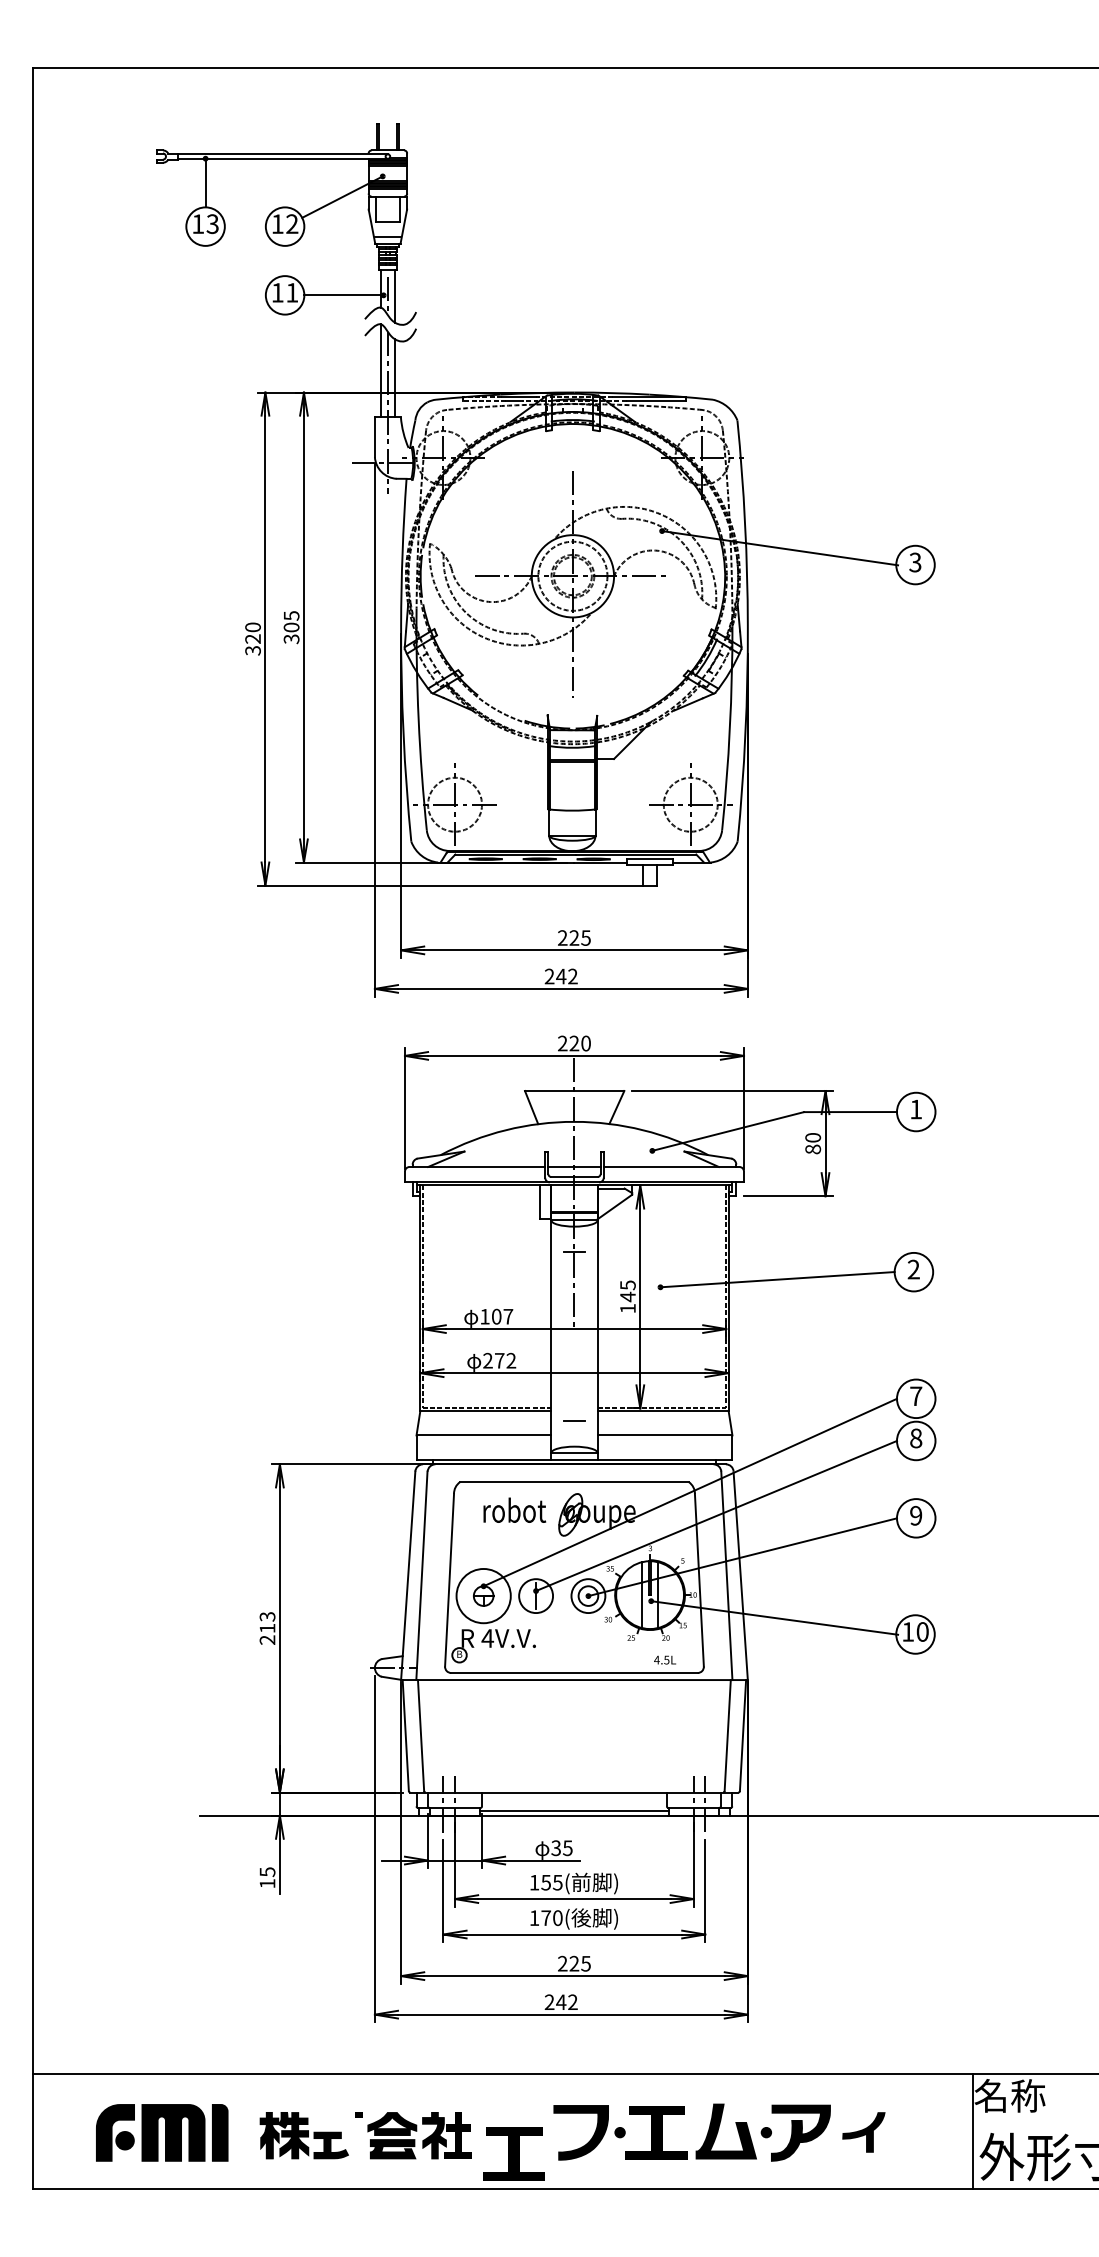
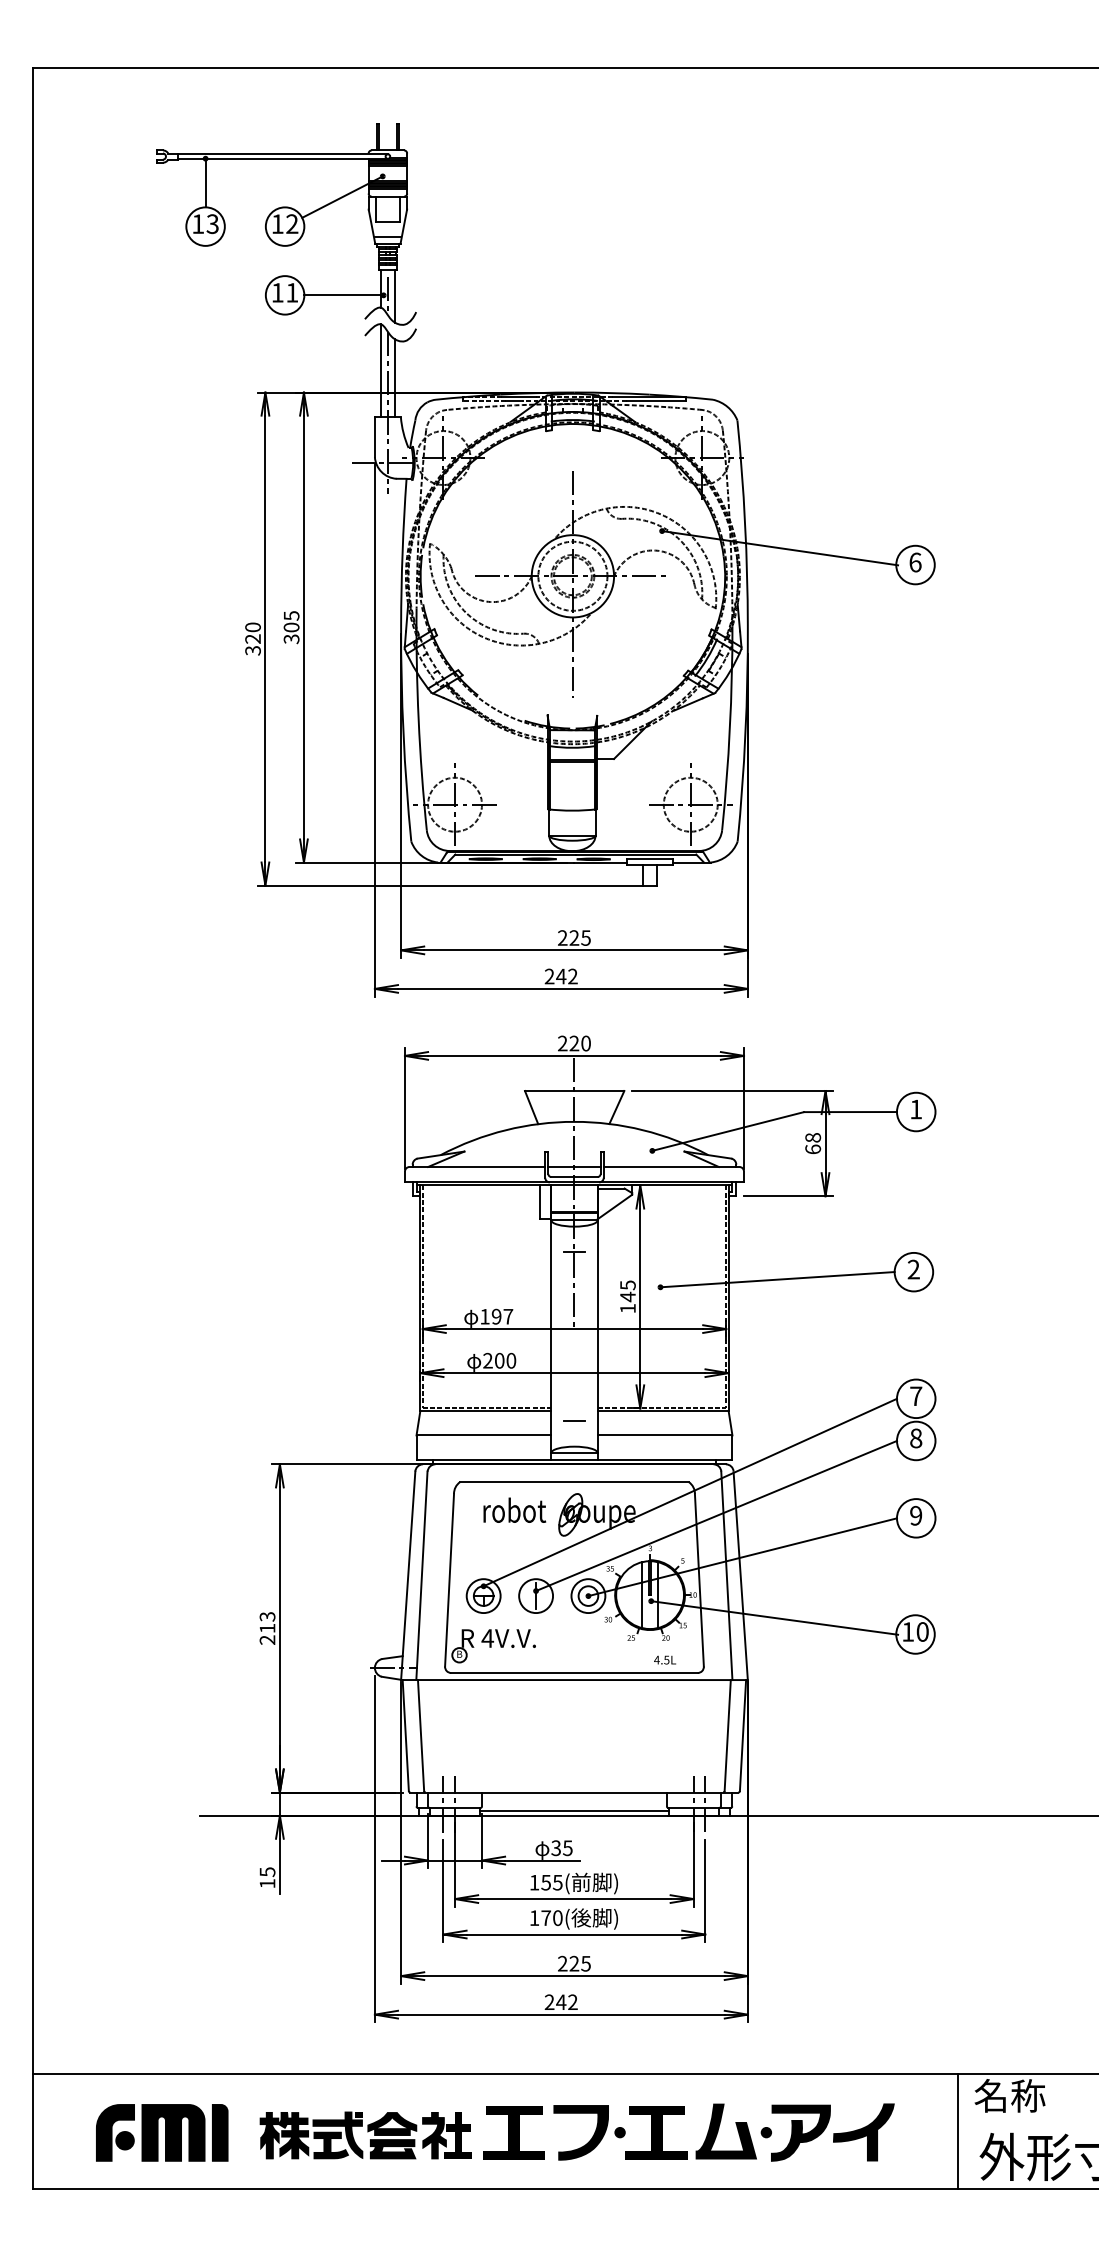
text at (915, 562): 3 -> 6
text at (812, 1143): 80 -> 68
text at (496, 1316): 107 -> 197
text at (505, 1360): 272 -> 200
circle at (483, 1595) diameter: 54 px -> 34 px
line at (972, 2131) position: (972, 2131) -> (957, 2131)
part at (863, 2132) size: 44x41 px -> 62x59 px
fill at (337, 2135): none -> present
part at (513, 2153) position: (513, 2153) -> (513, 2132)
